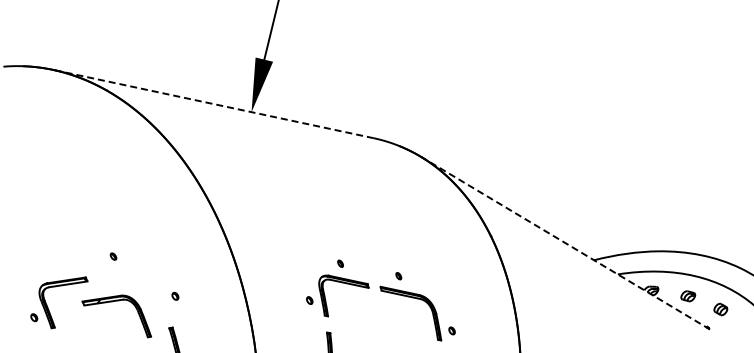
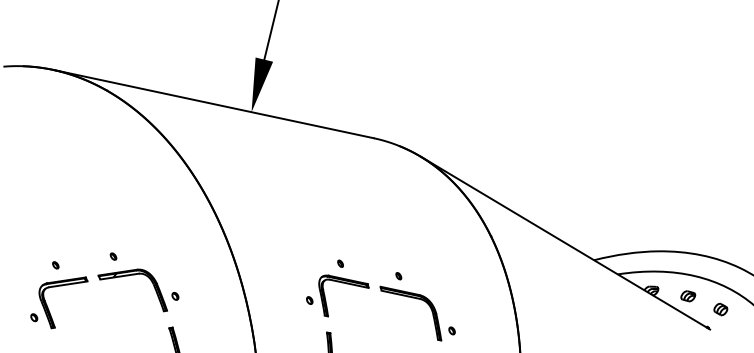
line at (213, 104): dashed -> solid
line at (565, 242): dashed -> solid
part at (55, 265): none -> present
part at (112, 302) position: (112, 302) -> (128, 276)
